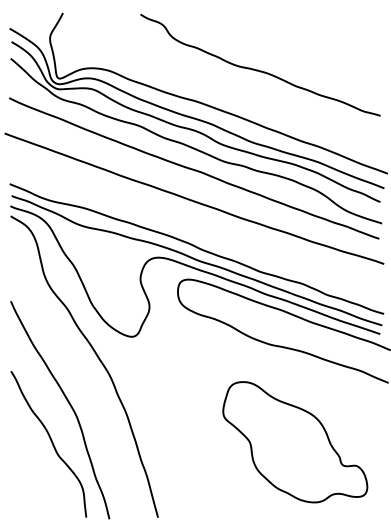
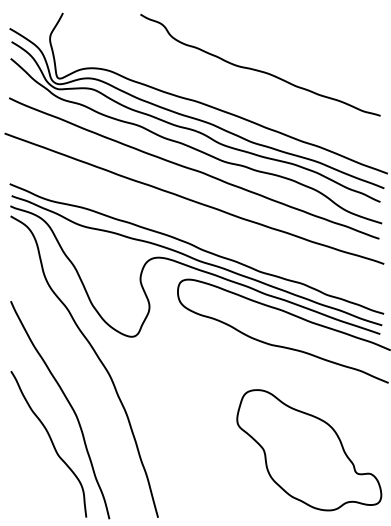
part at (295, 442) position: (295, 442) -> (309, 450)
